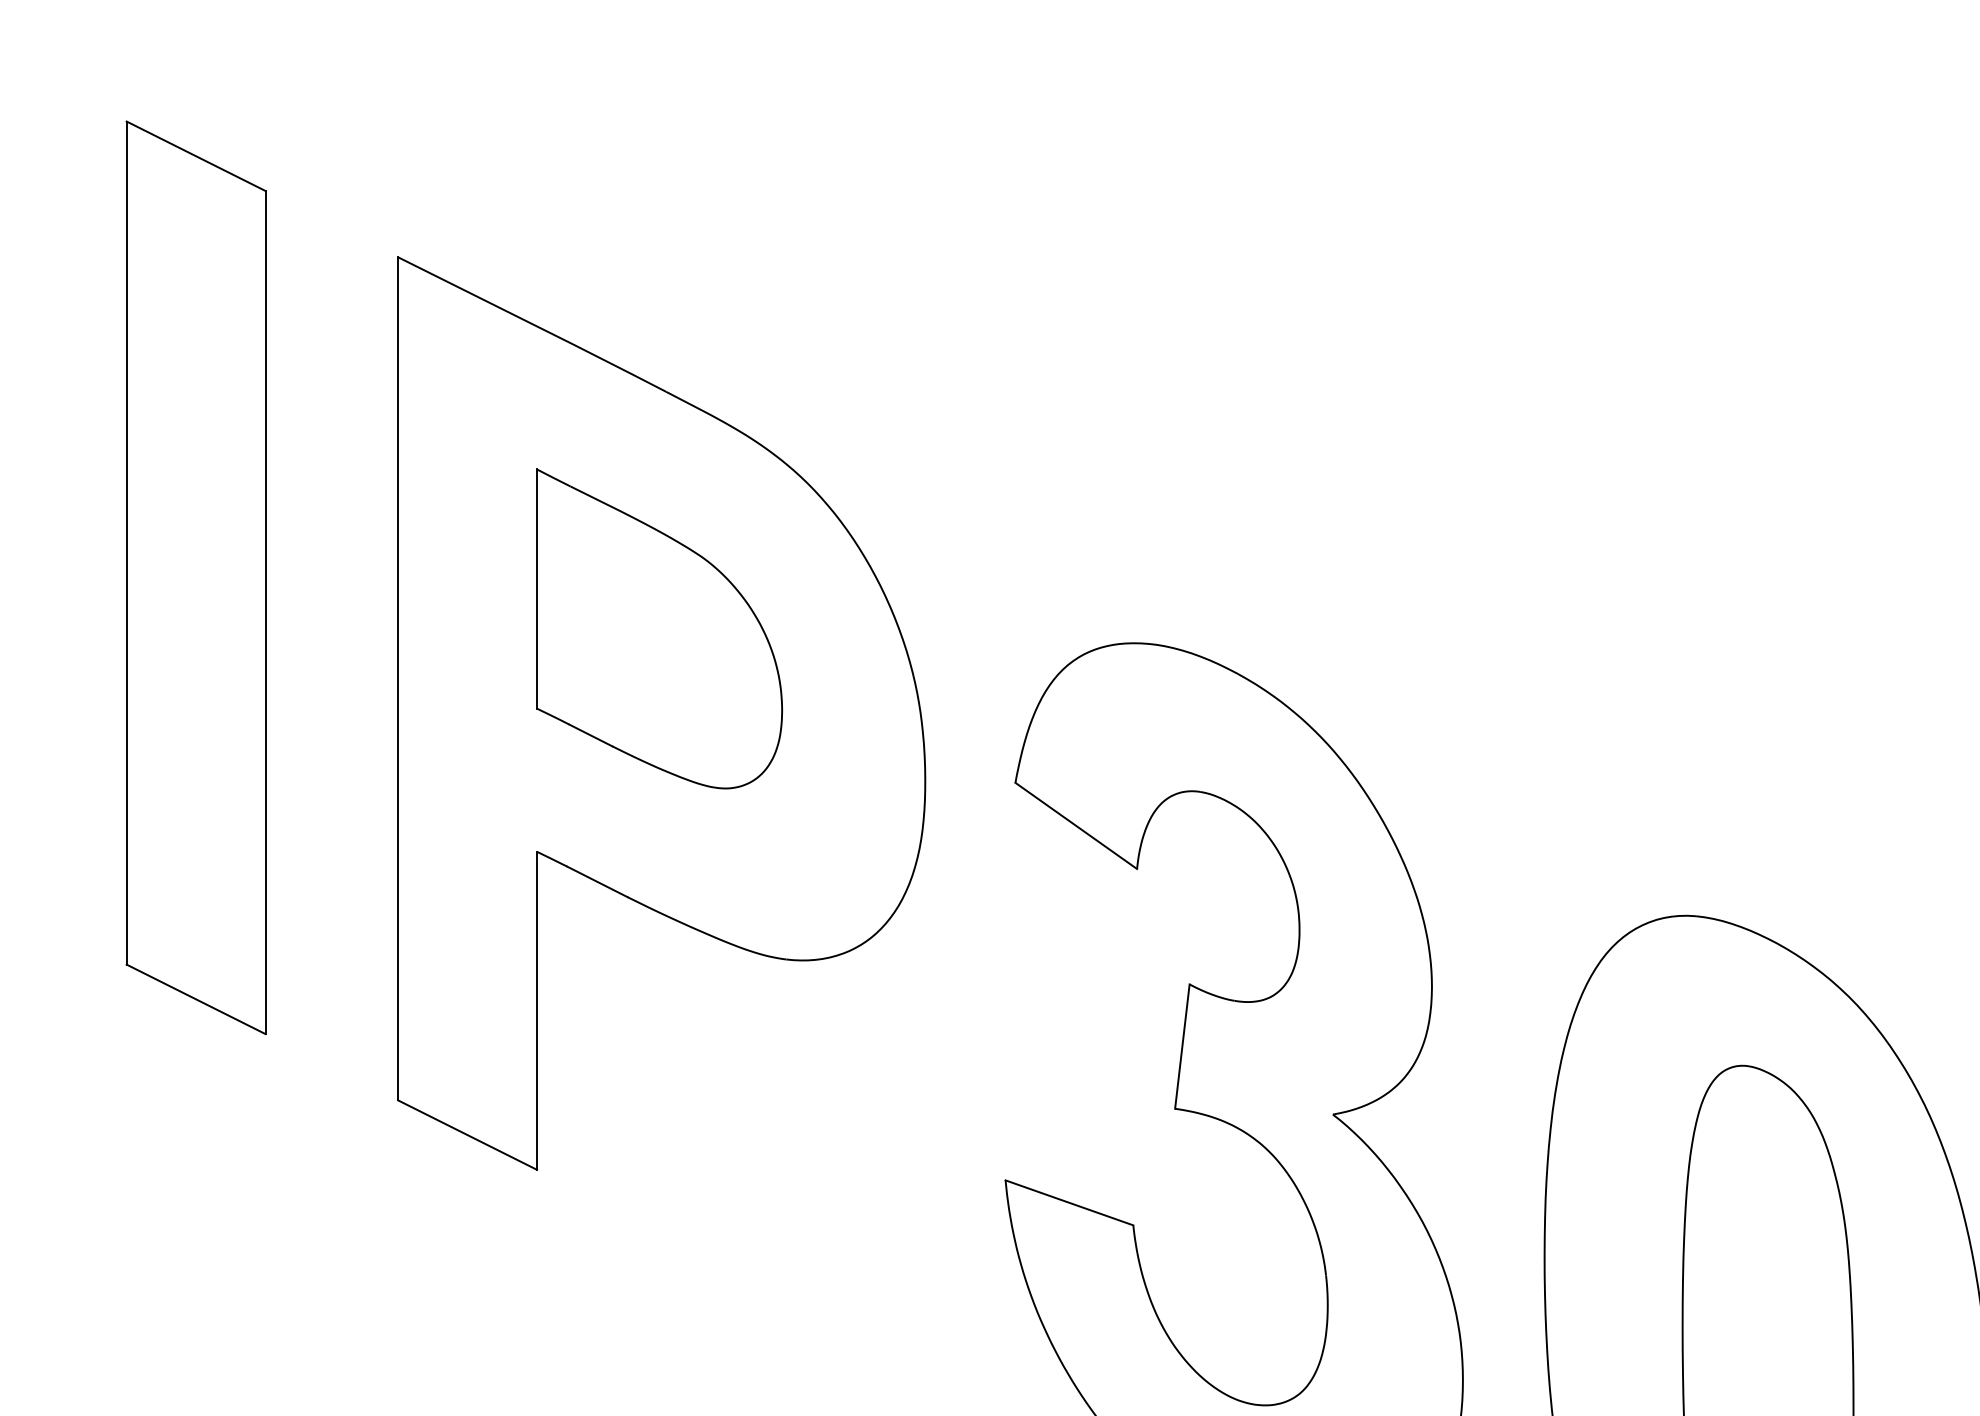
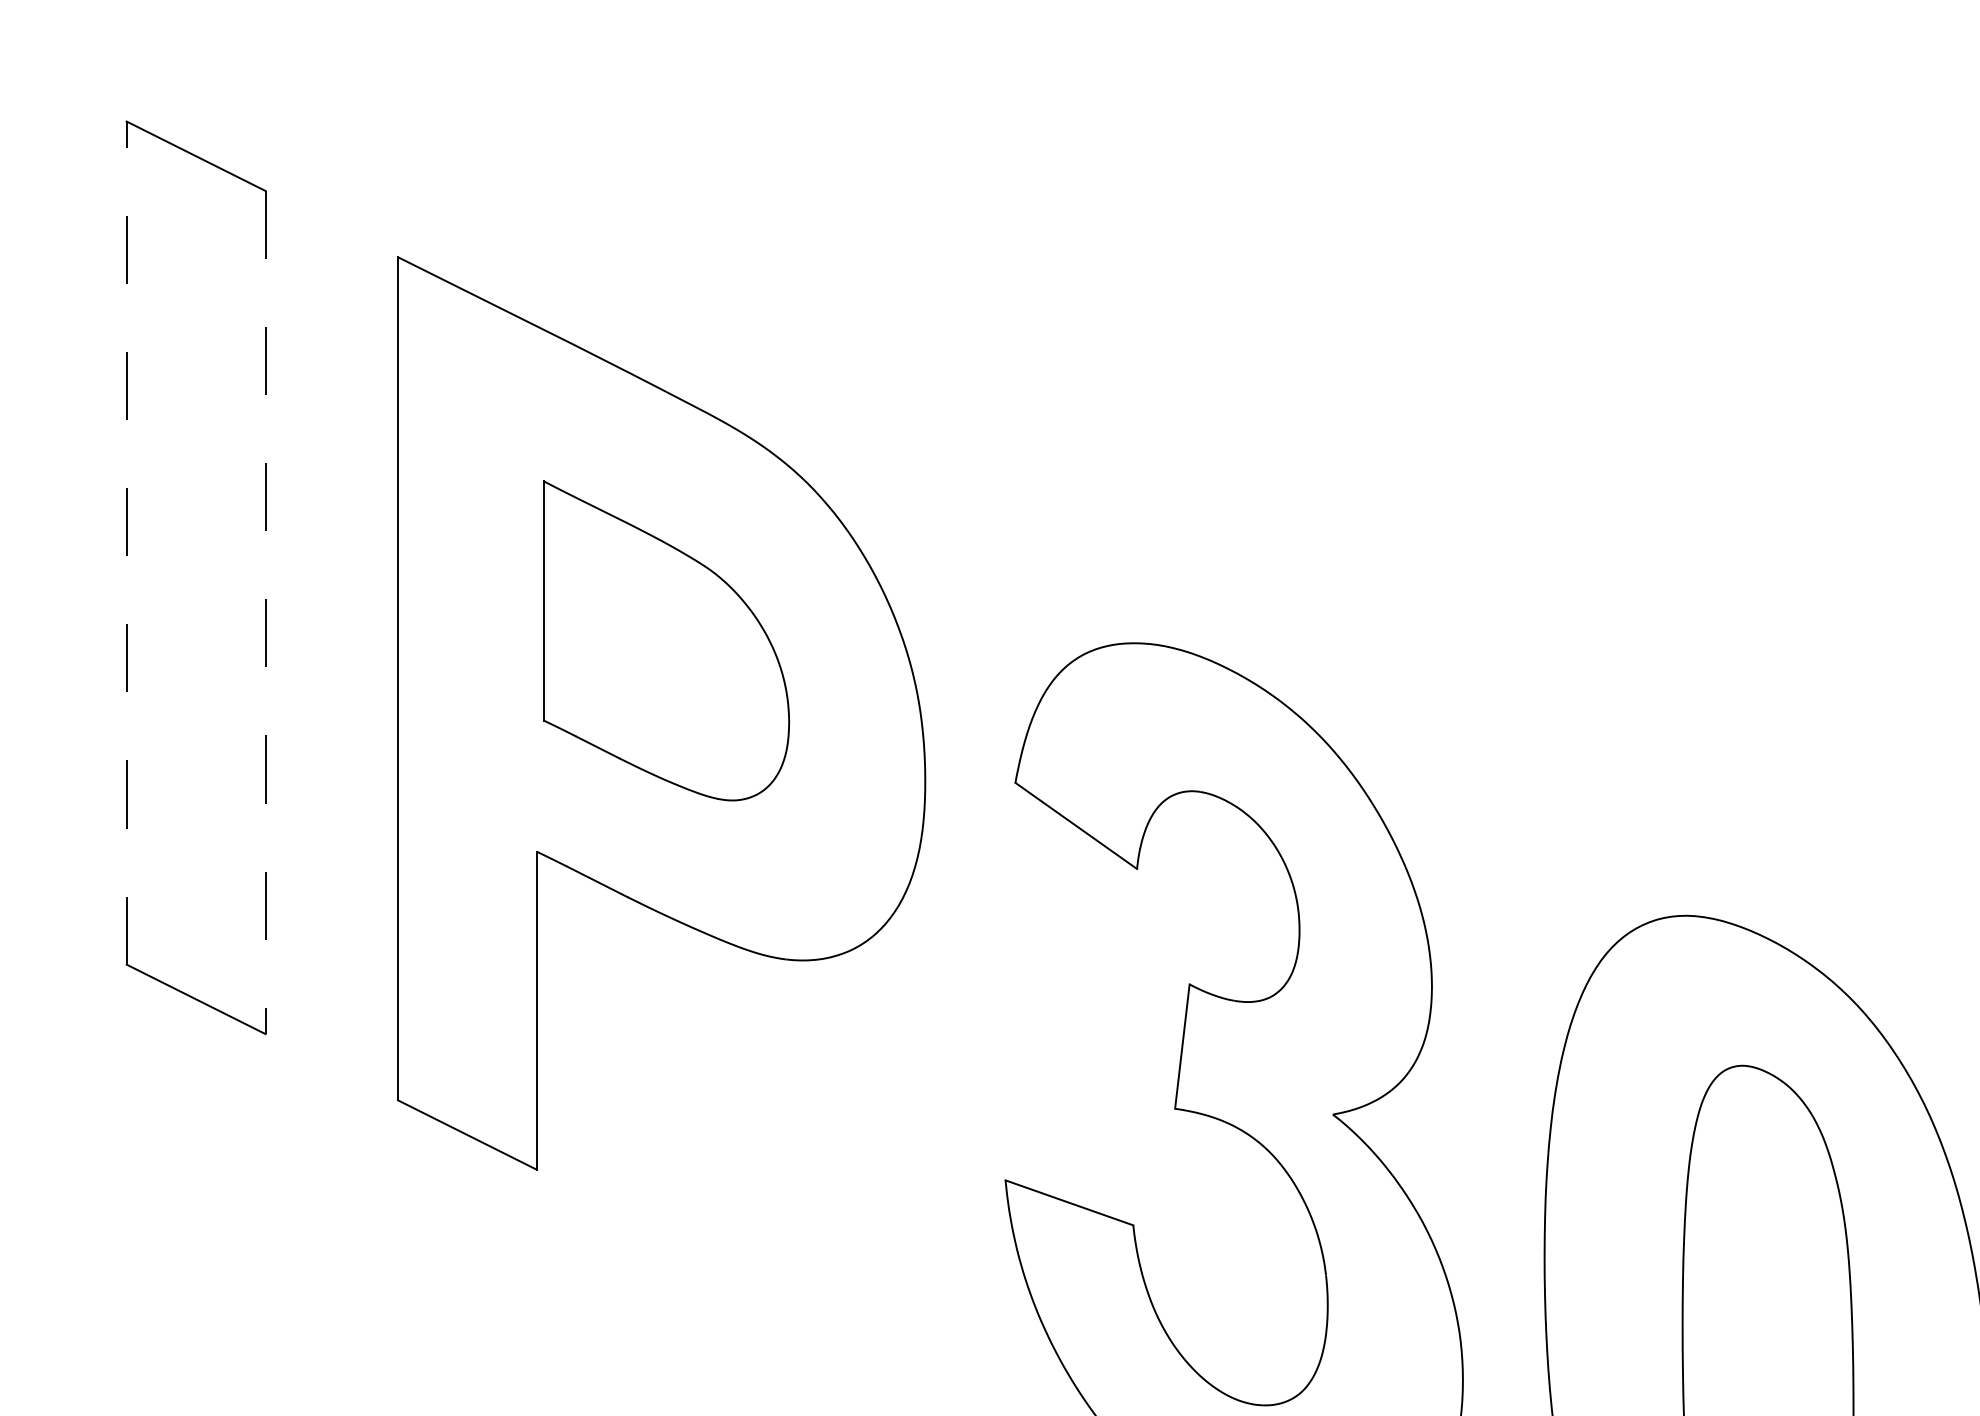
line at (126, 543): solid -> dashed
line at (265, 612): solid -> dashed
part at (659, 628) position: (659, 628) -> (666, 640)
